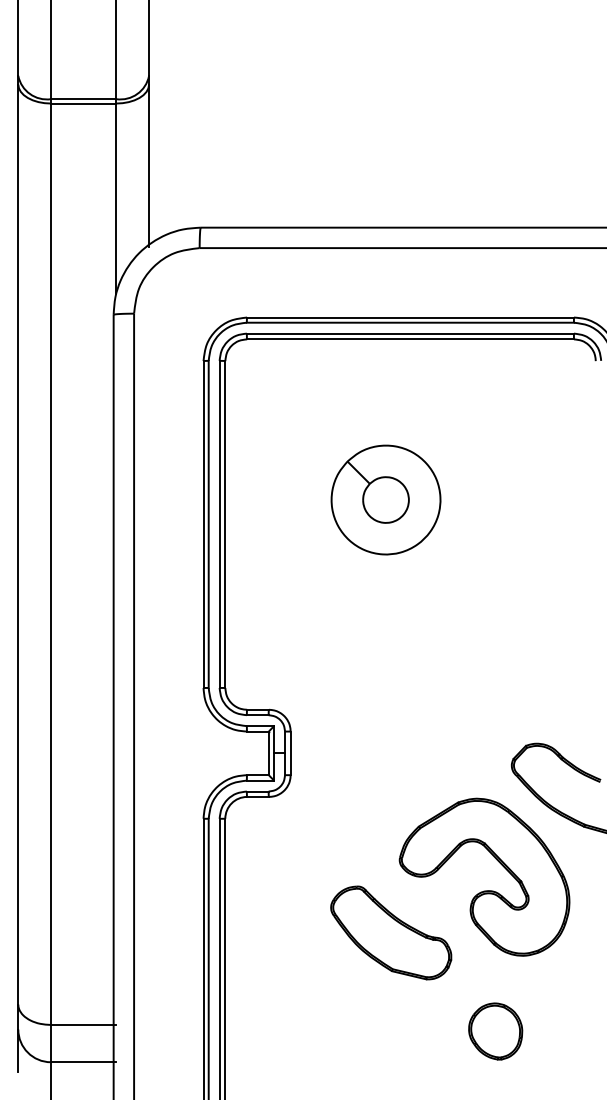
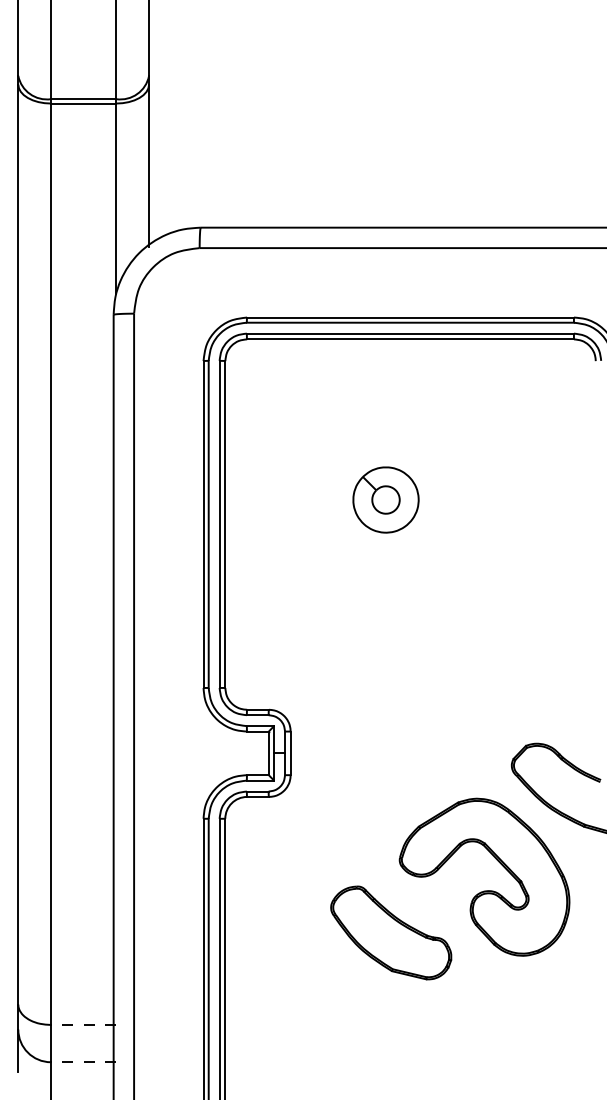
part at (385, 499) size: 112x112 px -> 68x68 px
line at (83, 1024): solid -> dashed
part at (495, 1031): present -> none
line at (83, 1062): solid -> dashed
